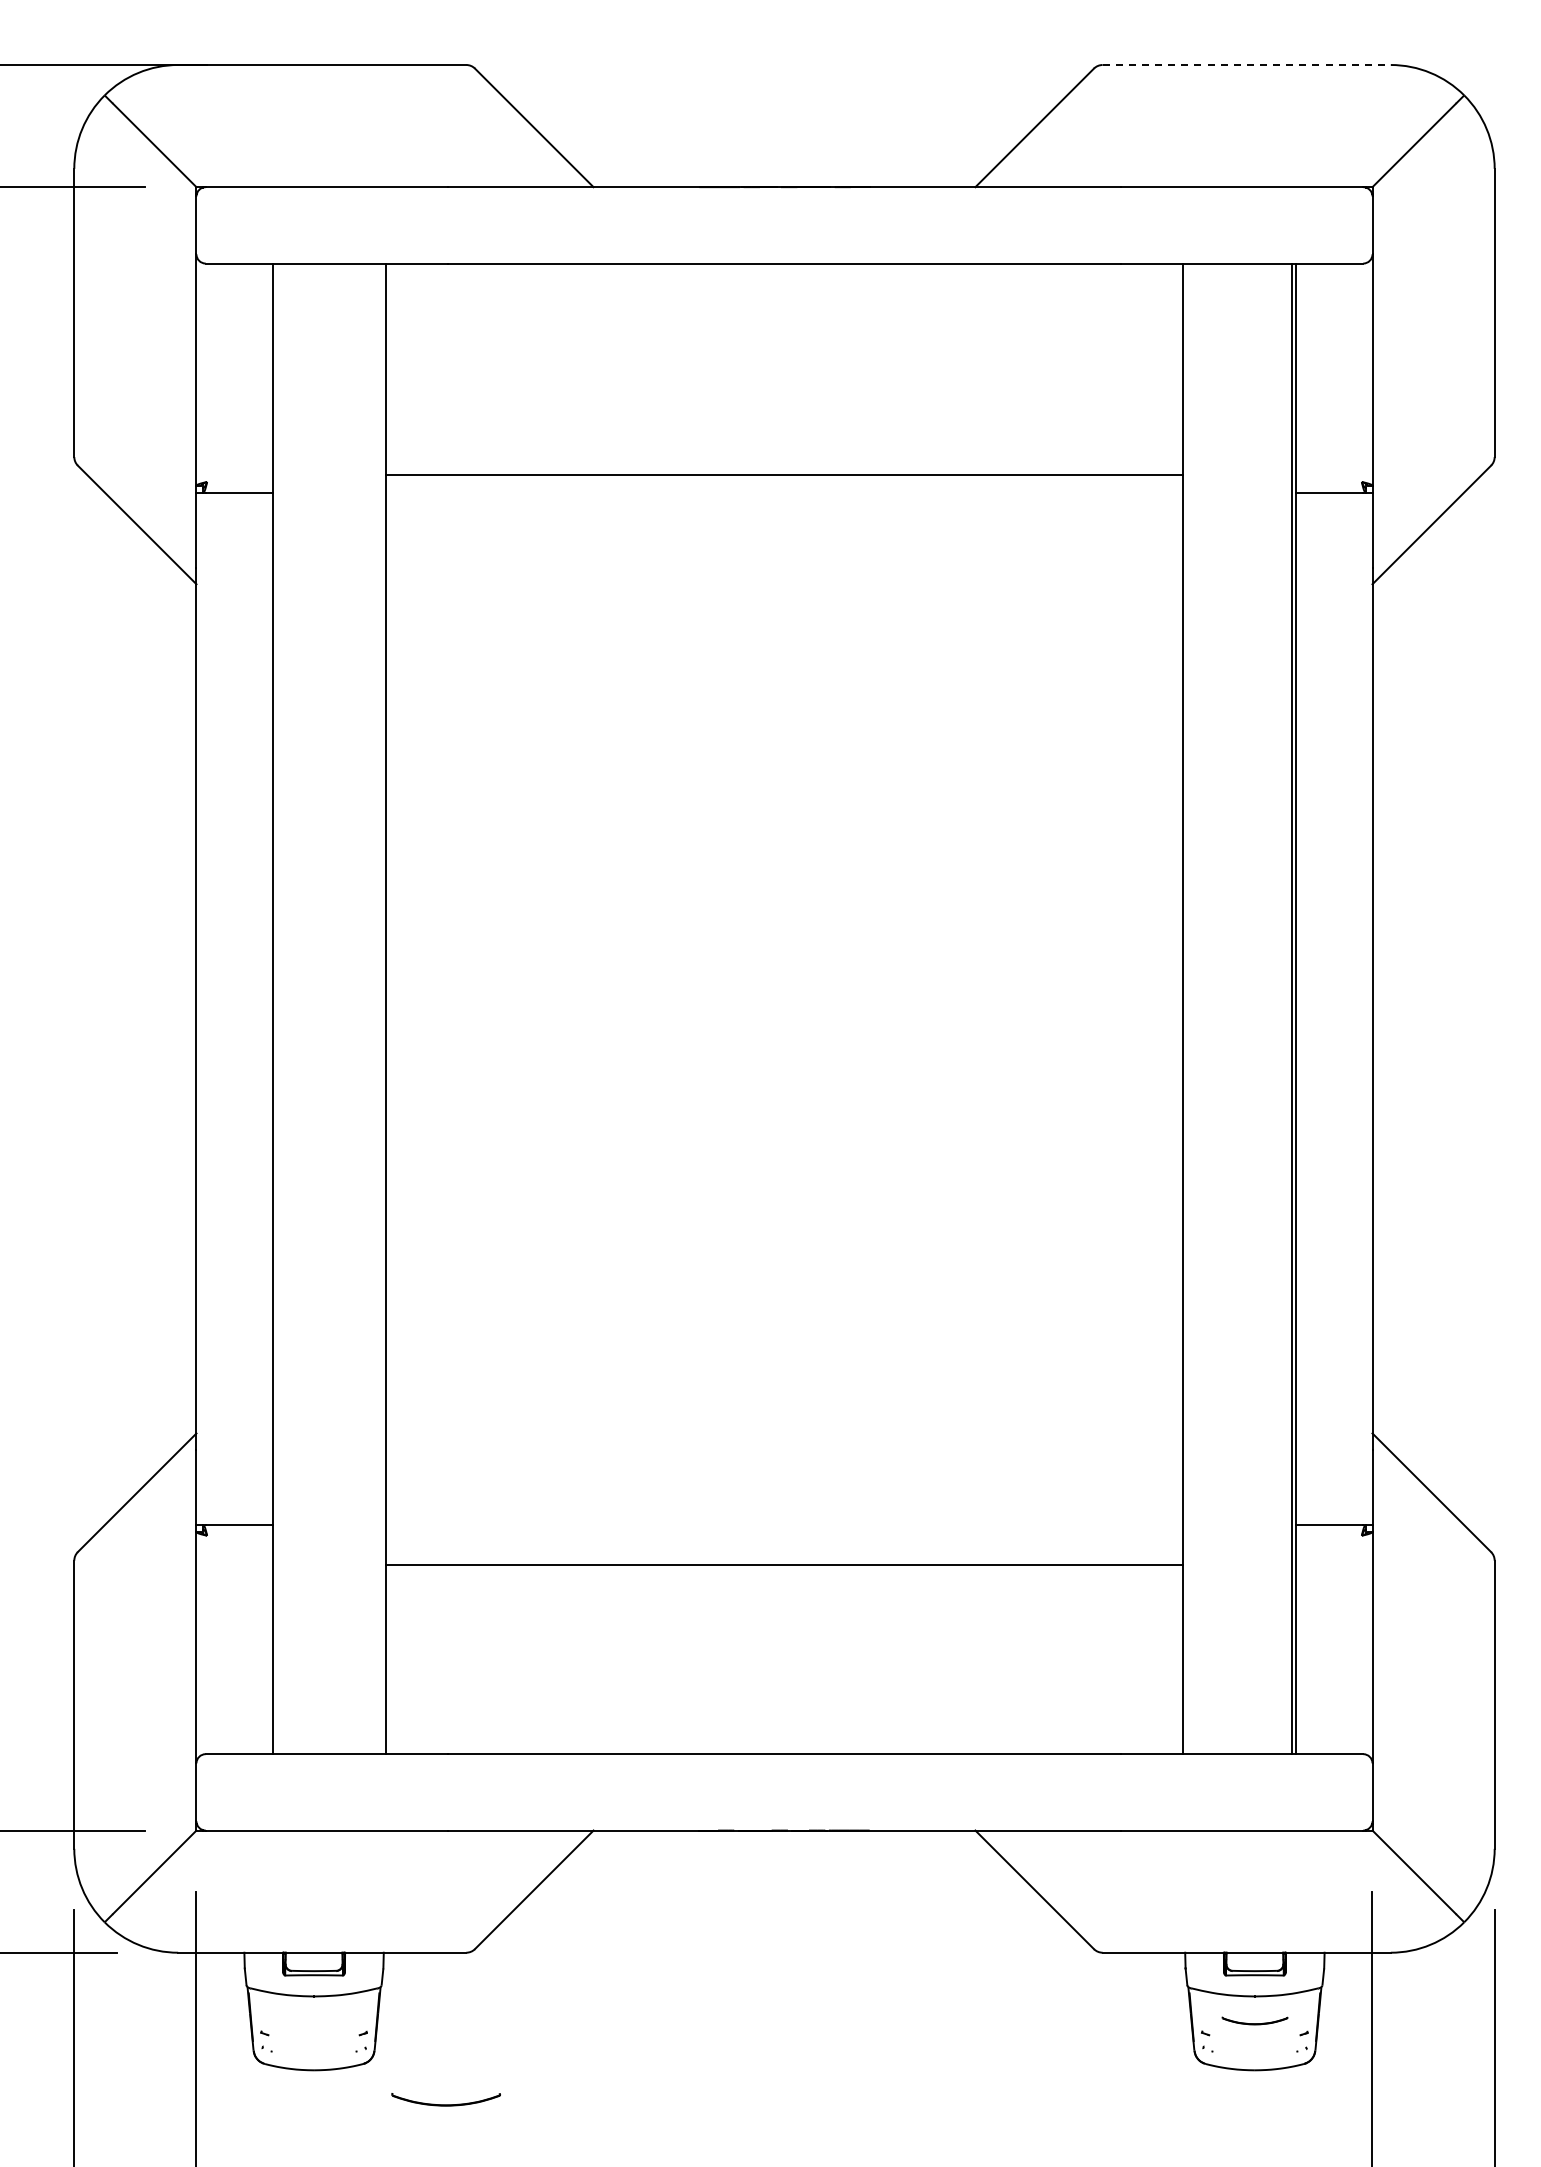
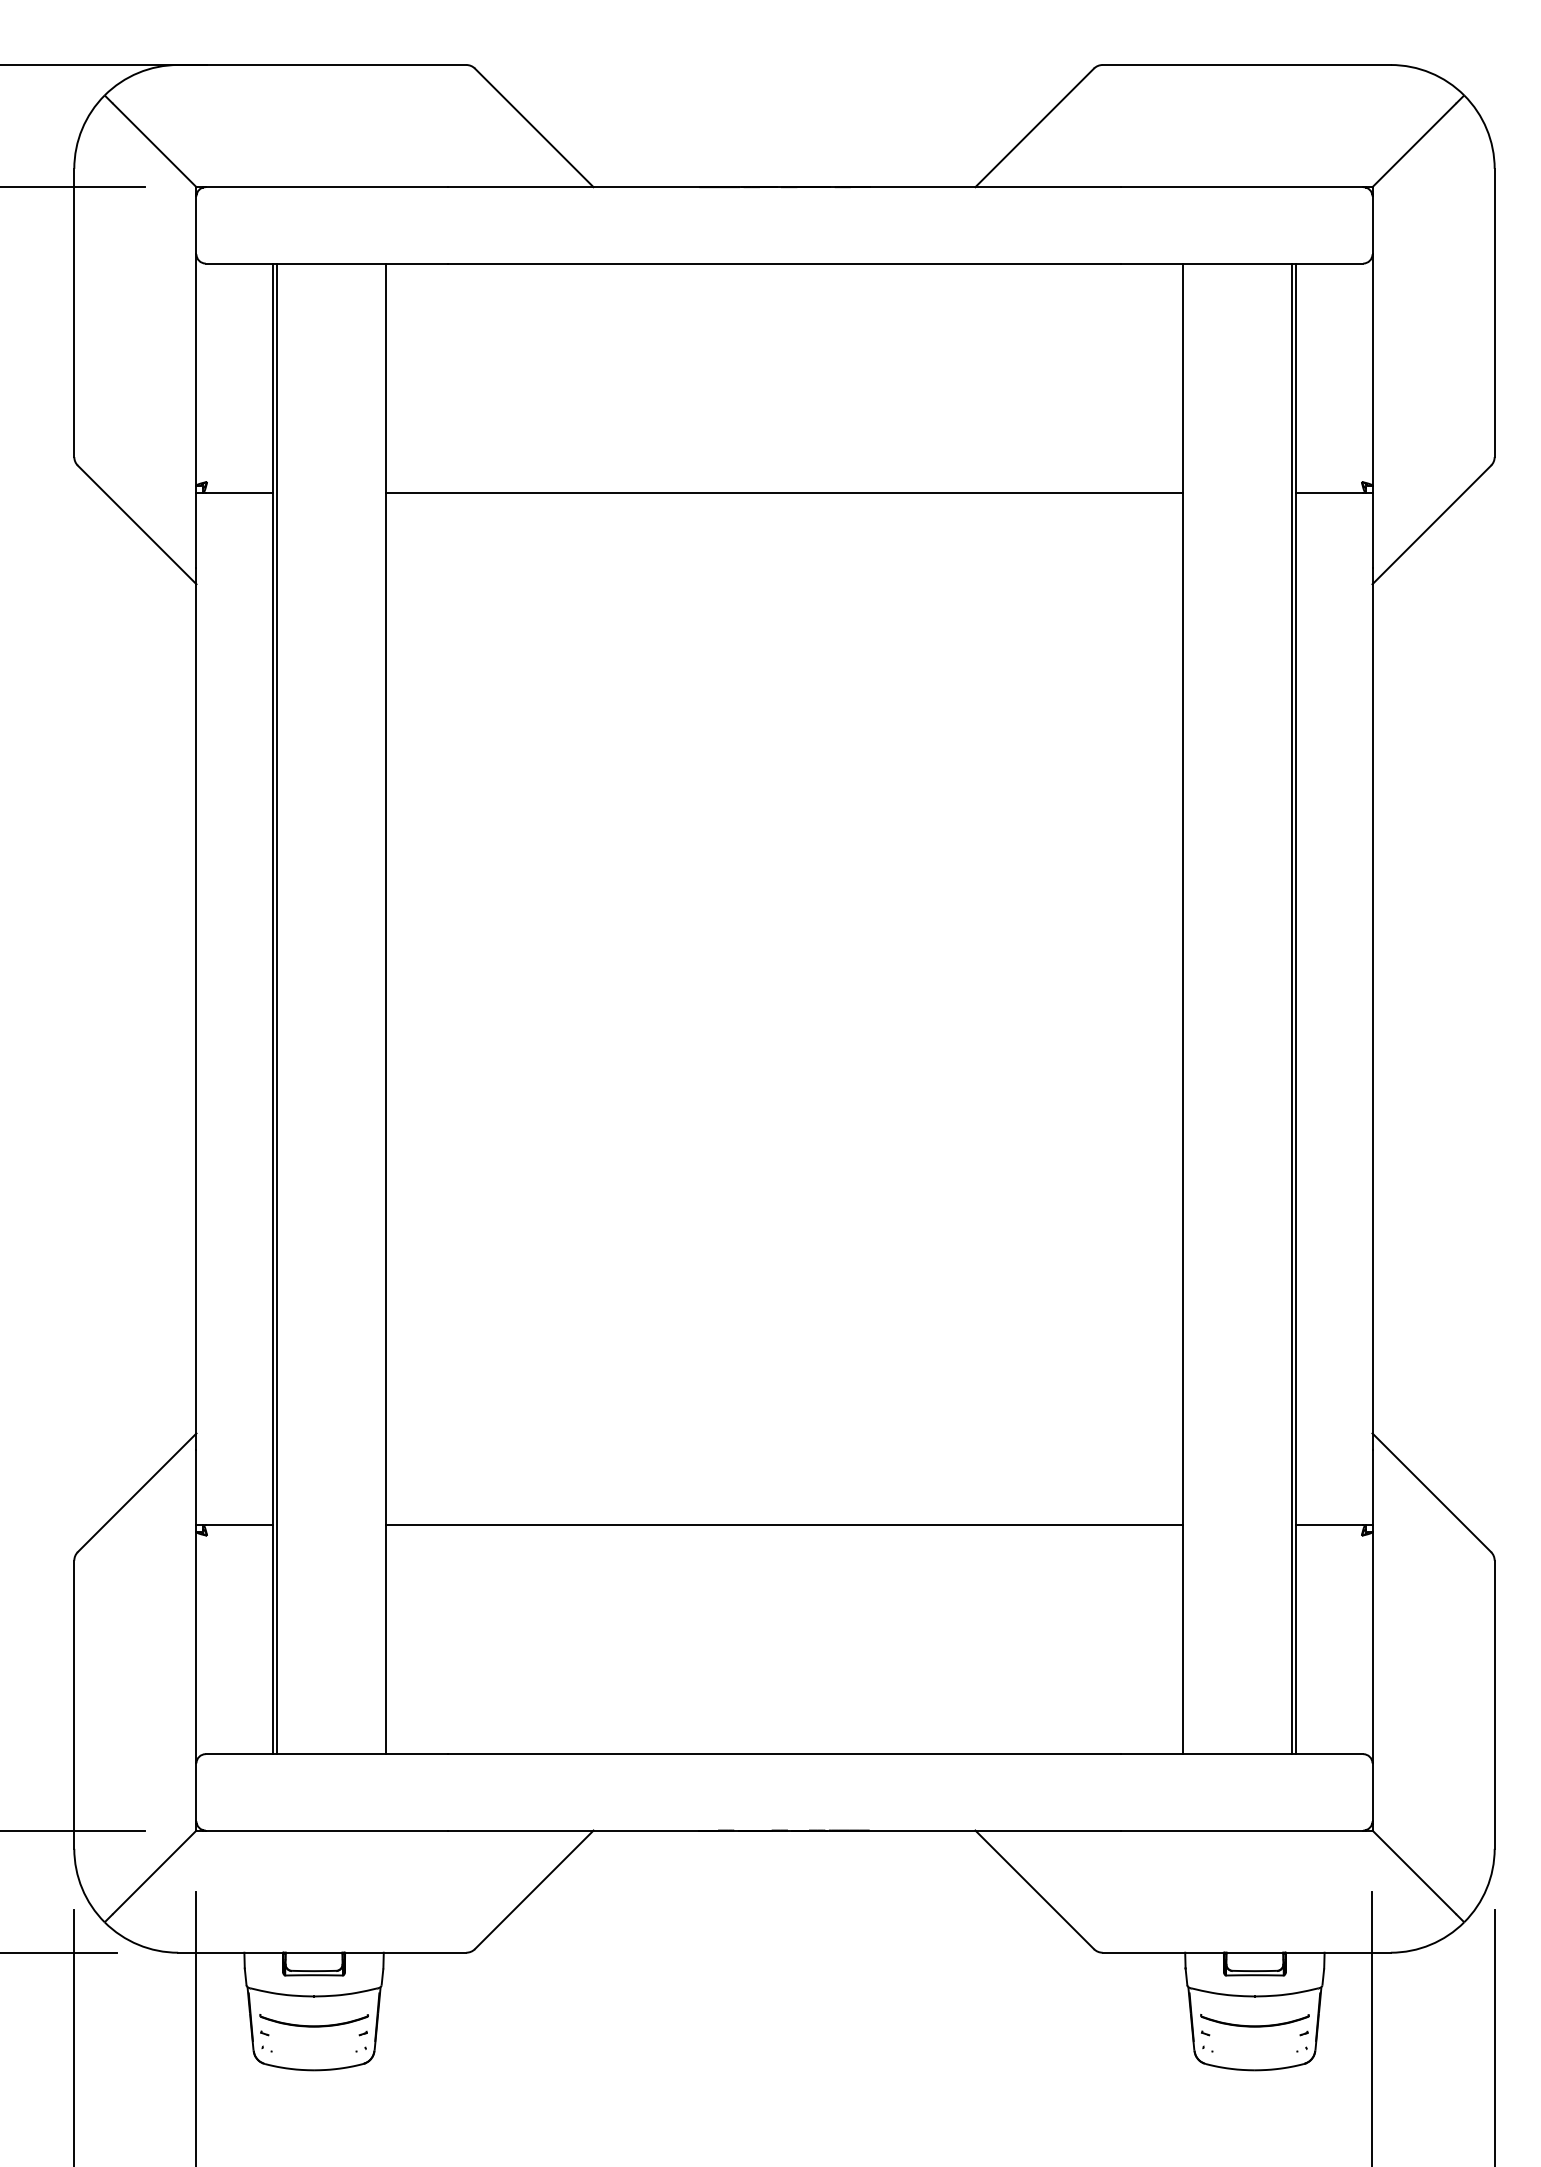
line at (1247, 65): dashed -> solid
line at (784, 474) position: (784, 474) -> (784, 492)
line at (276, 1008): none -> present
line at (784, 1565) position: (784, 1565) -> (784, 1525)
part at (1254, 2020) size: 68x10 px -> 110x14 px
part at (445, 2099) position: (445, 2099) -> (313, 2020)
